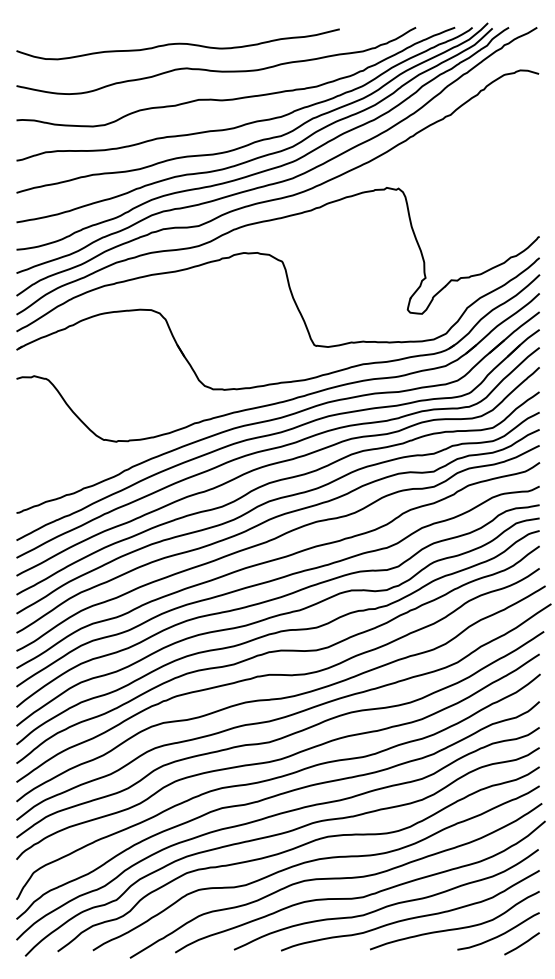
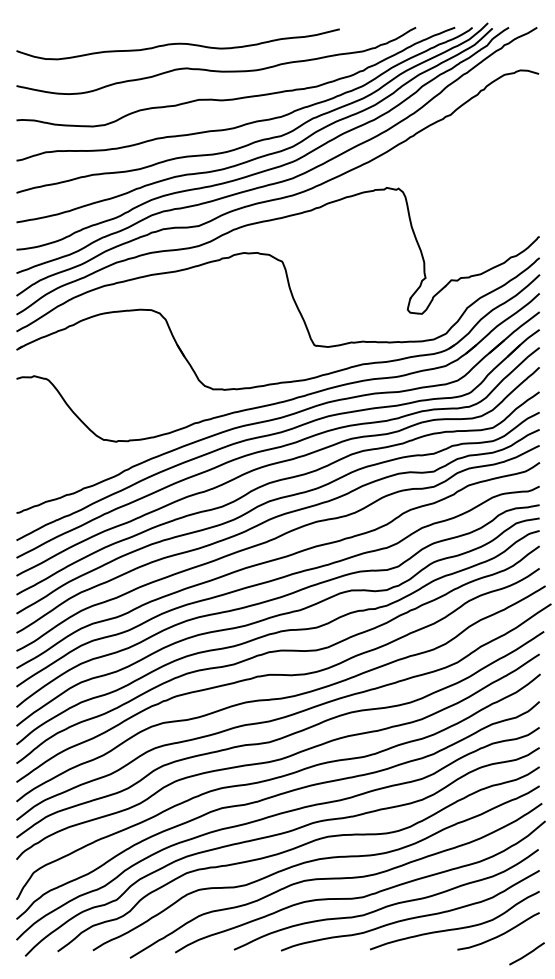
line at (522, 943) position: (522, 943) -> (527, 953)
